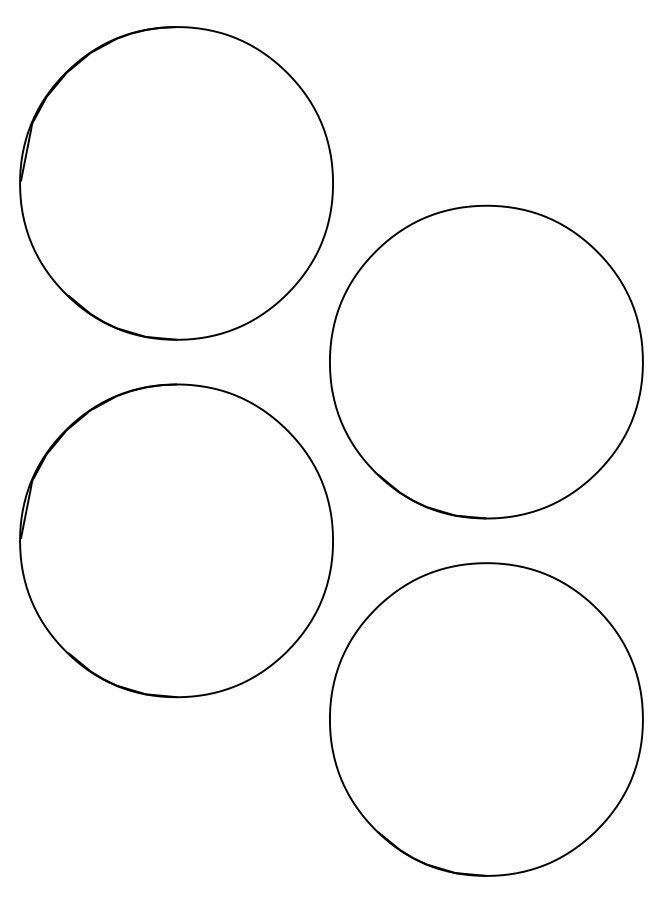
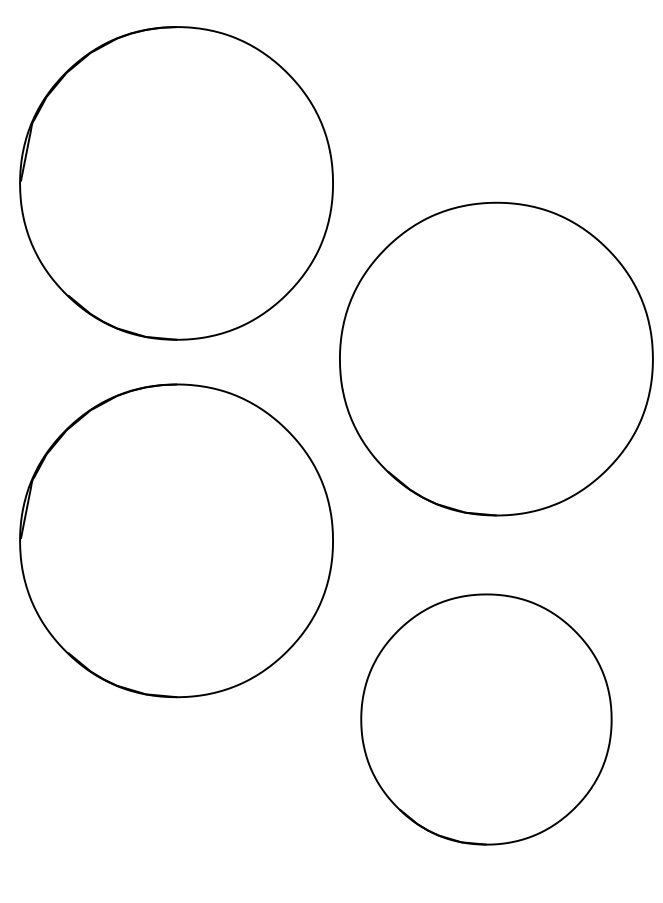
part at (486, 361) position: (486, 361) -> (496, 358)
part at (486, 719) size: 315x315 px -> 253x253 px
